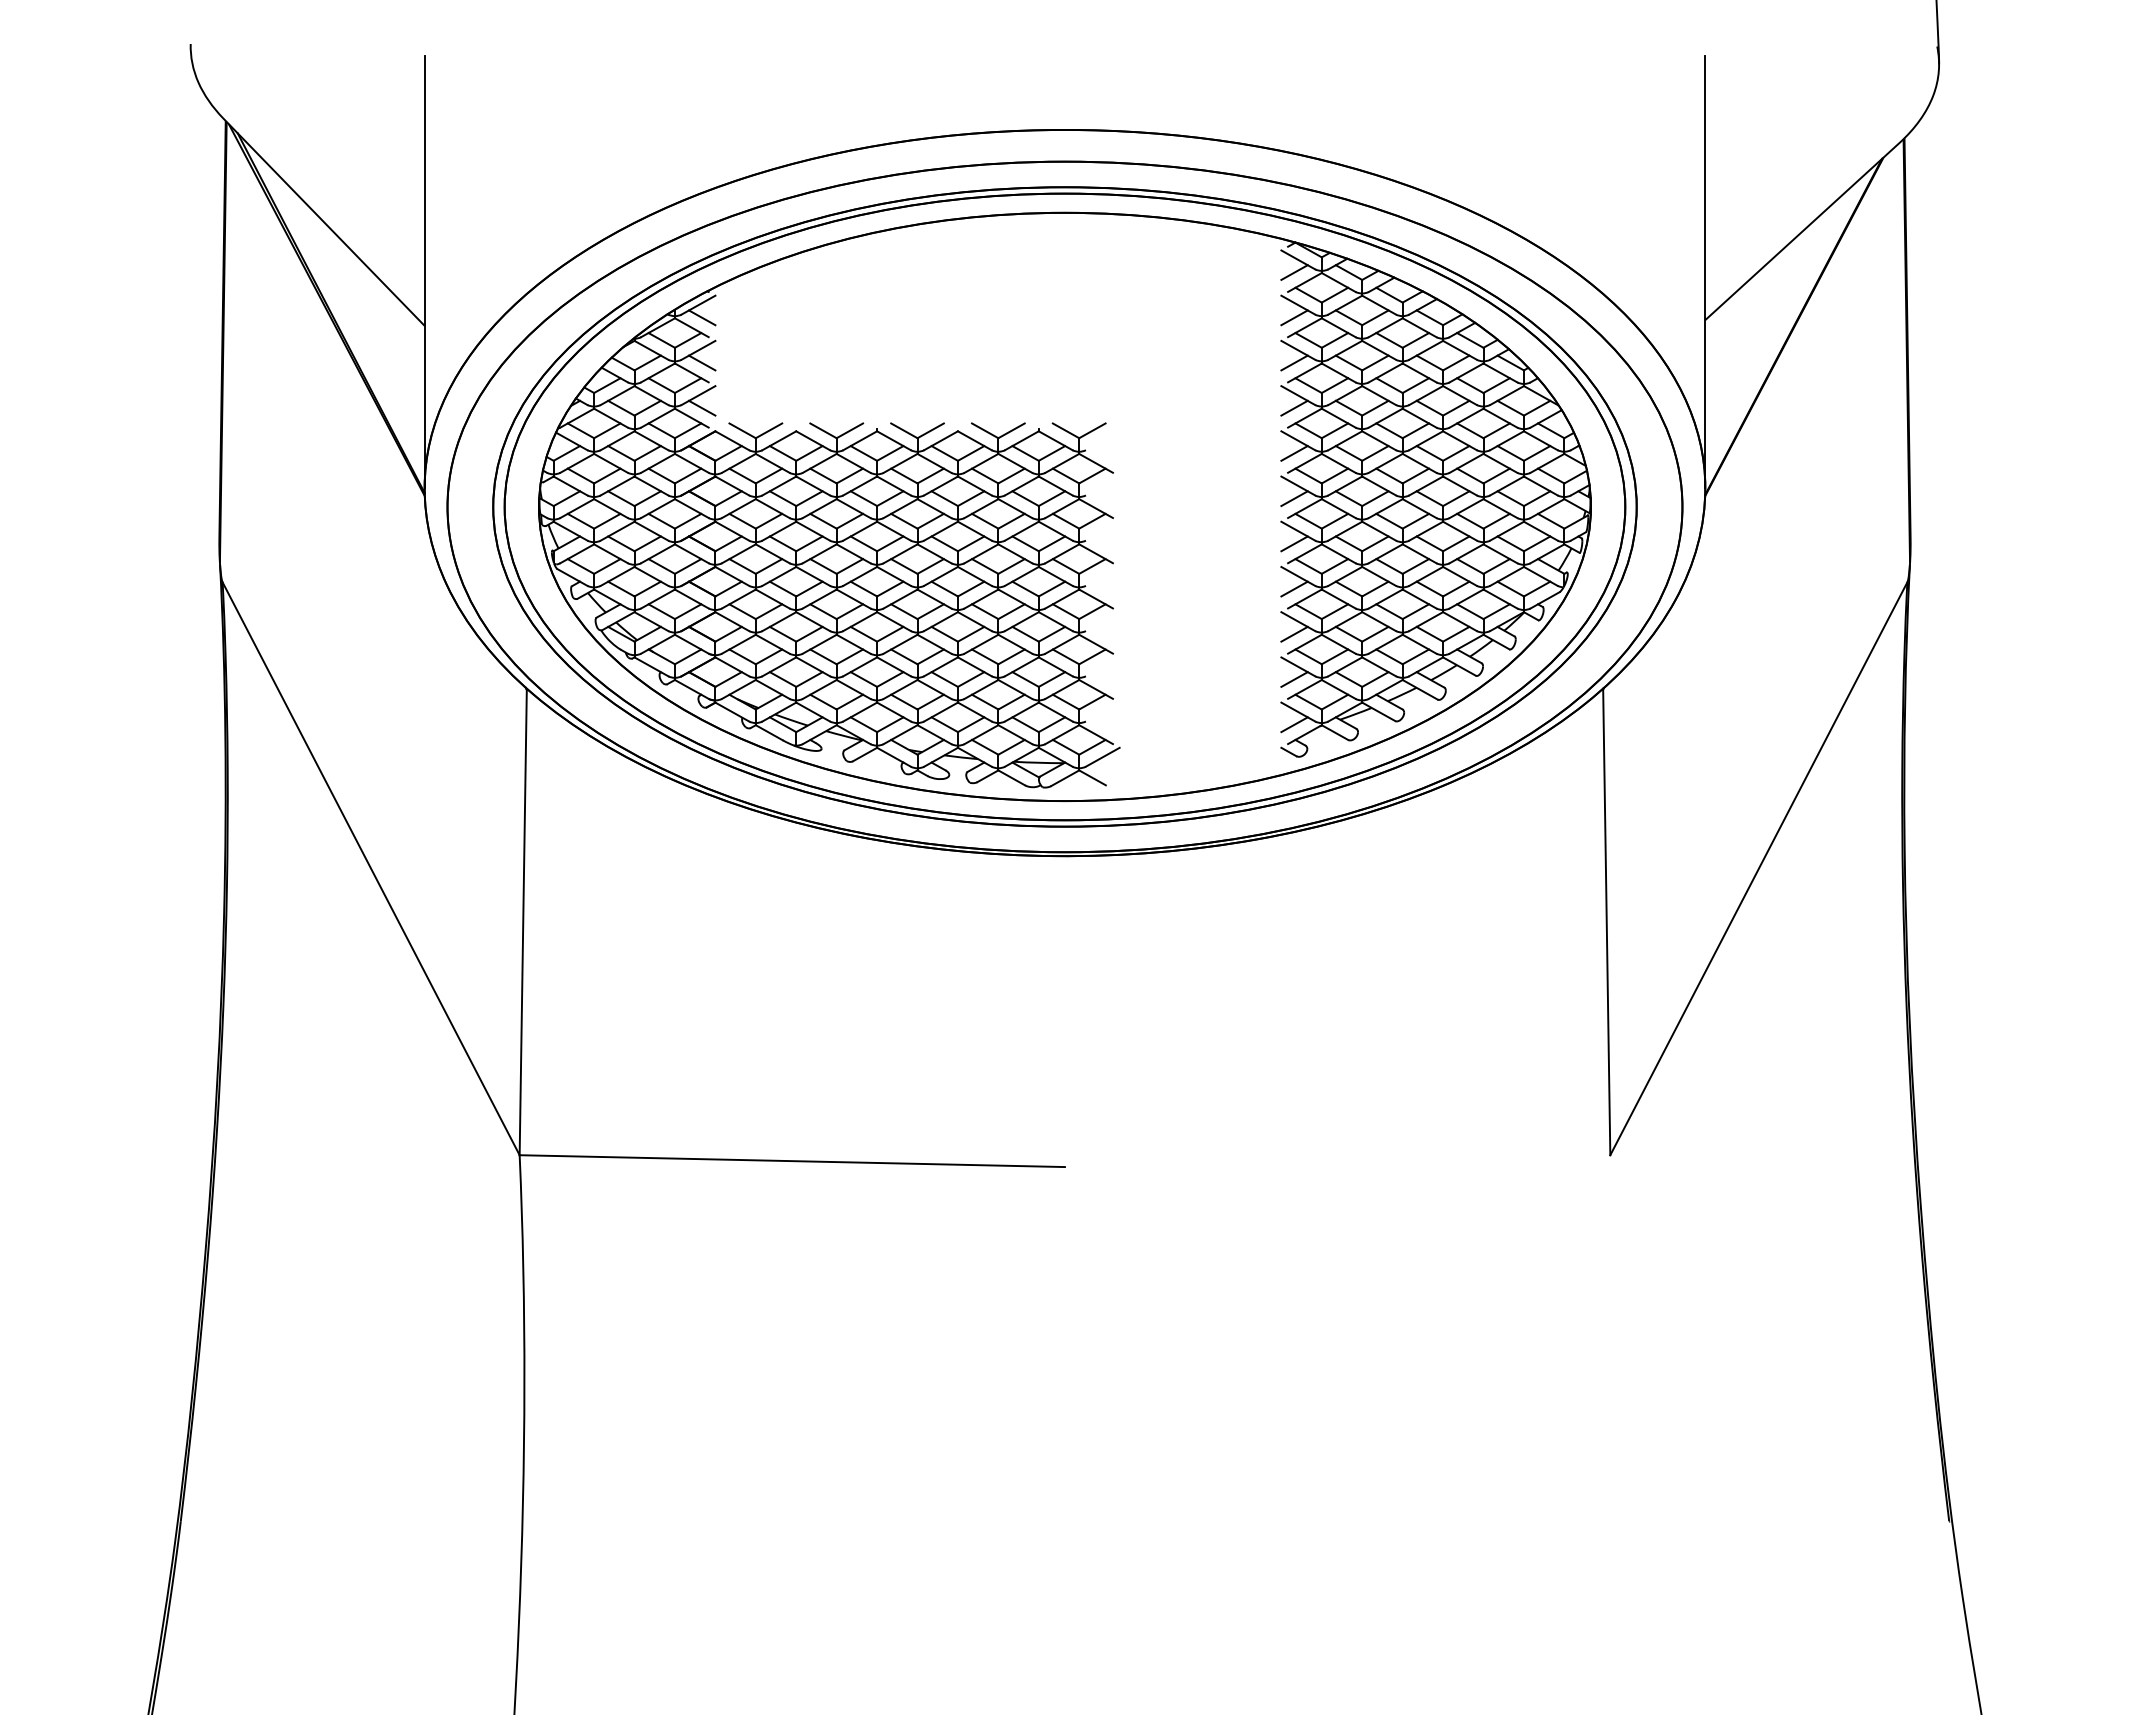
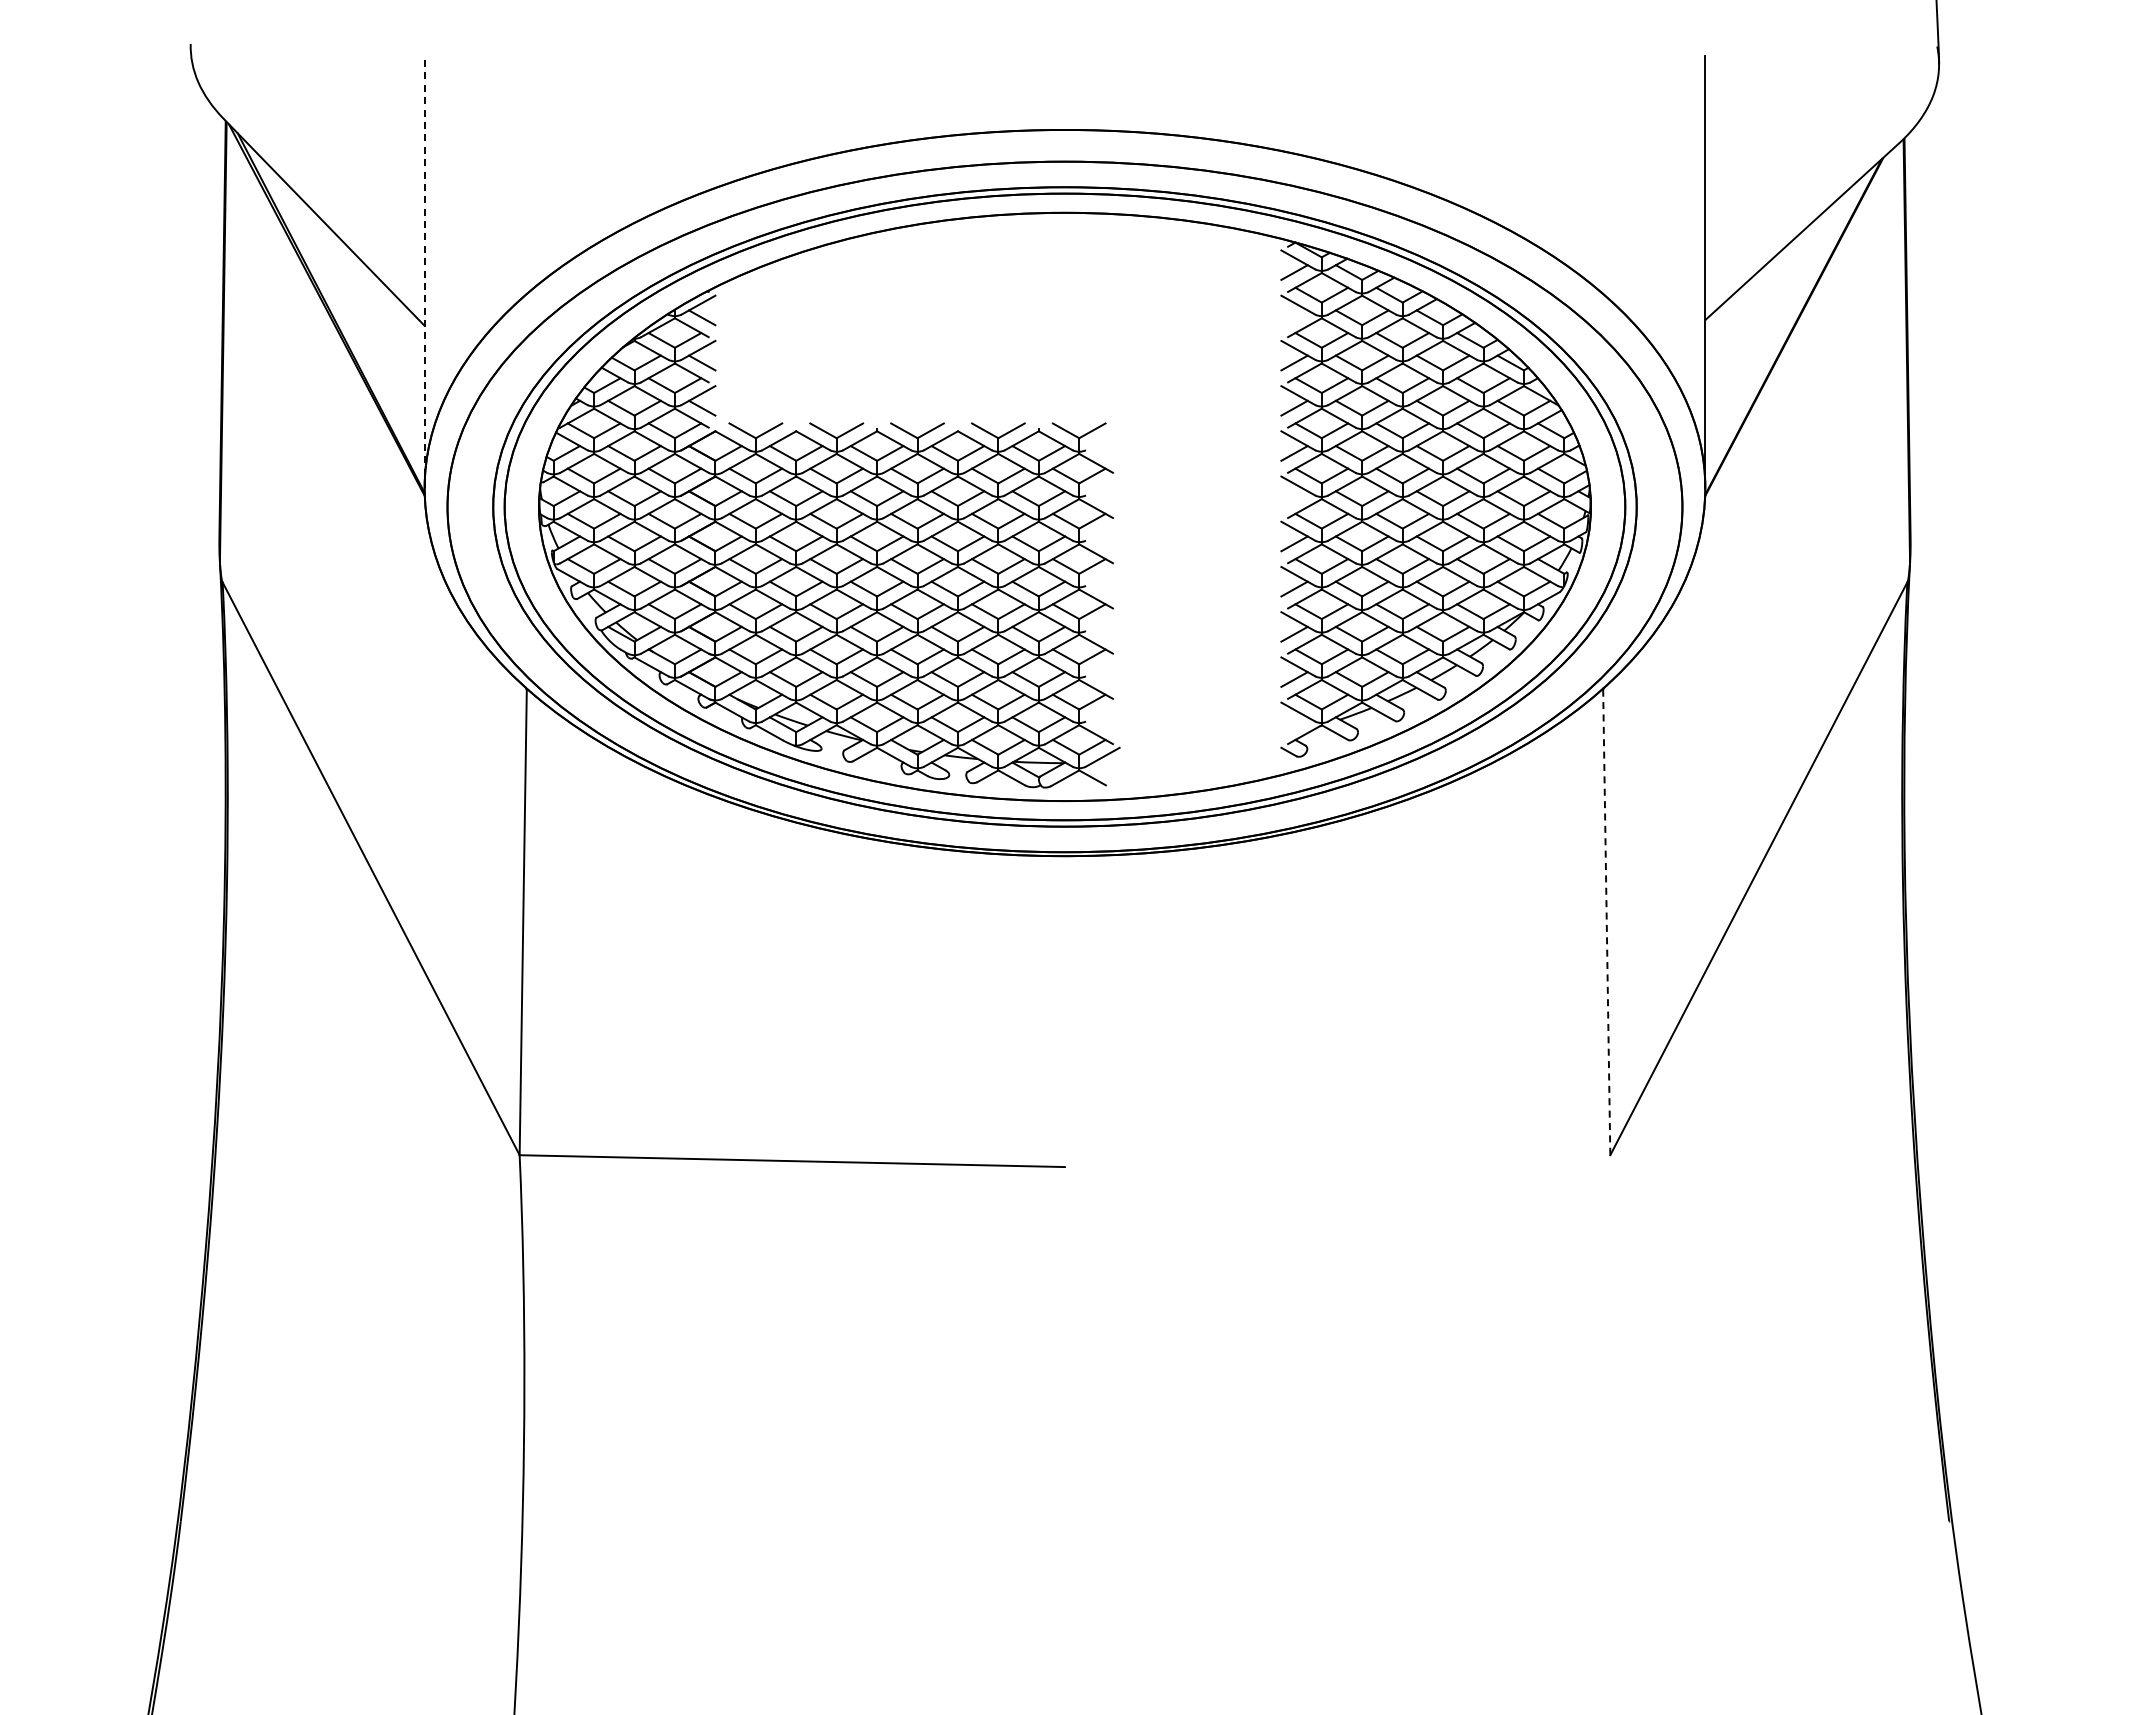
line at (424, 271): solid -> dashed
line at (1294, 317): present -> none
line at (1294, 498): present -> none
line at (1294, 724): present -> none
line at (1606, 922): solid -> dashed
